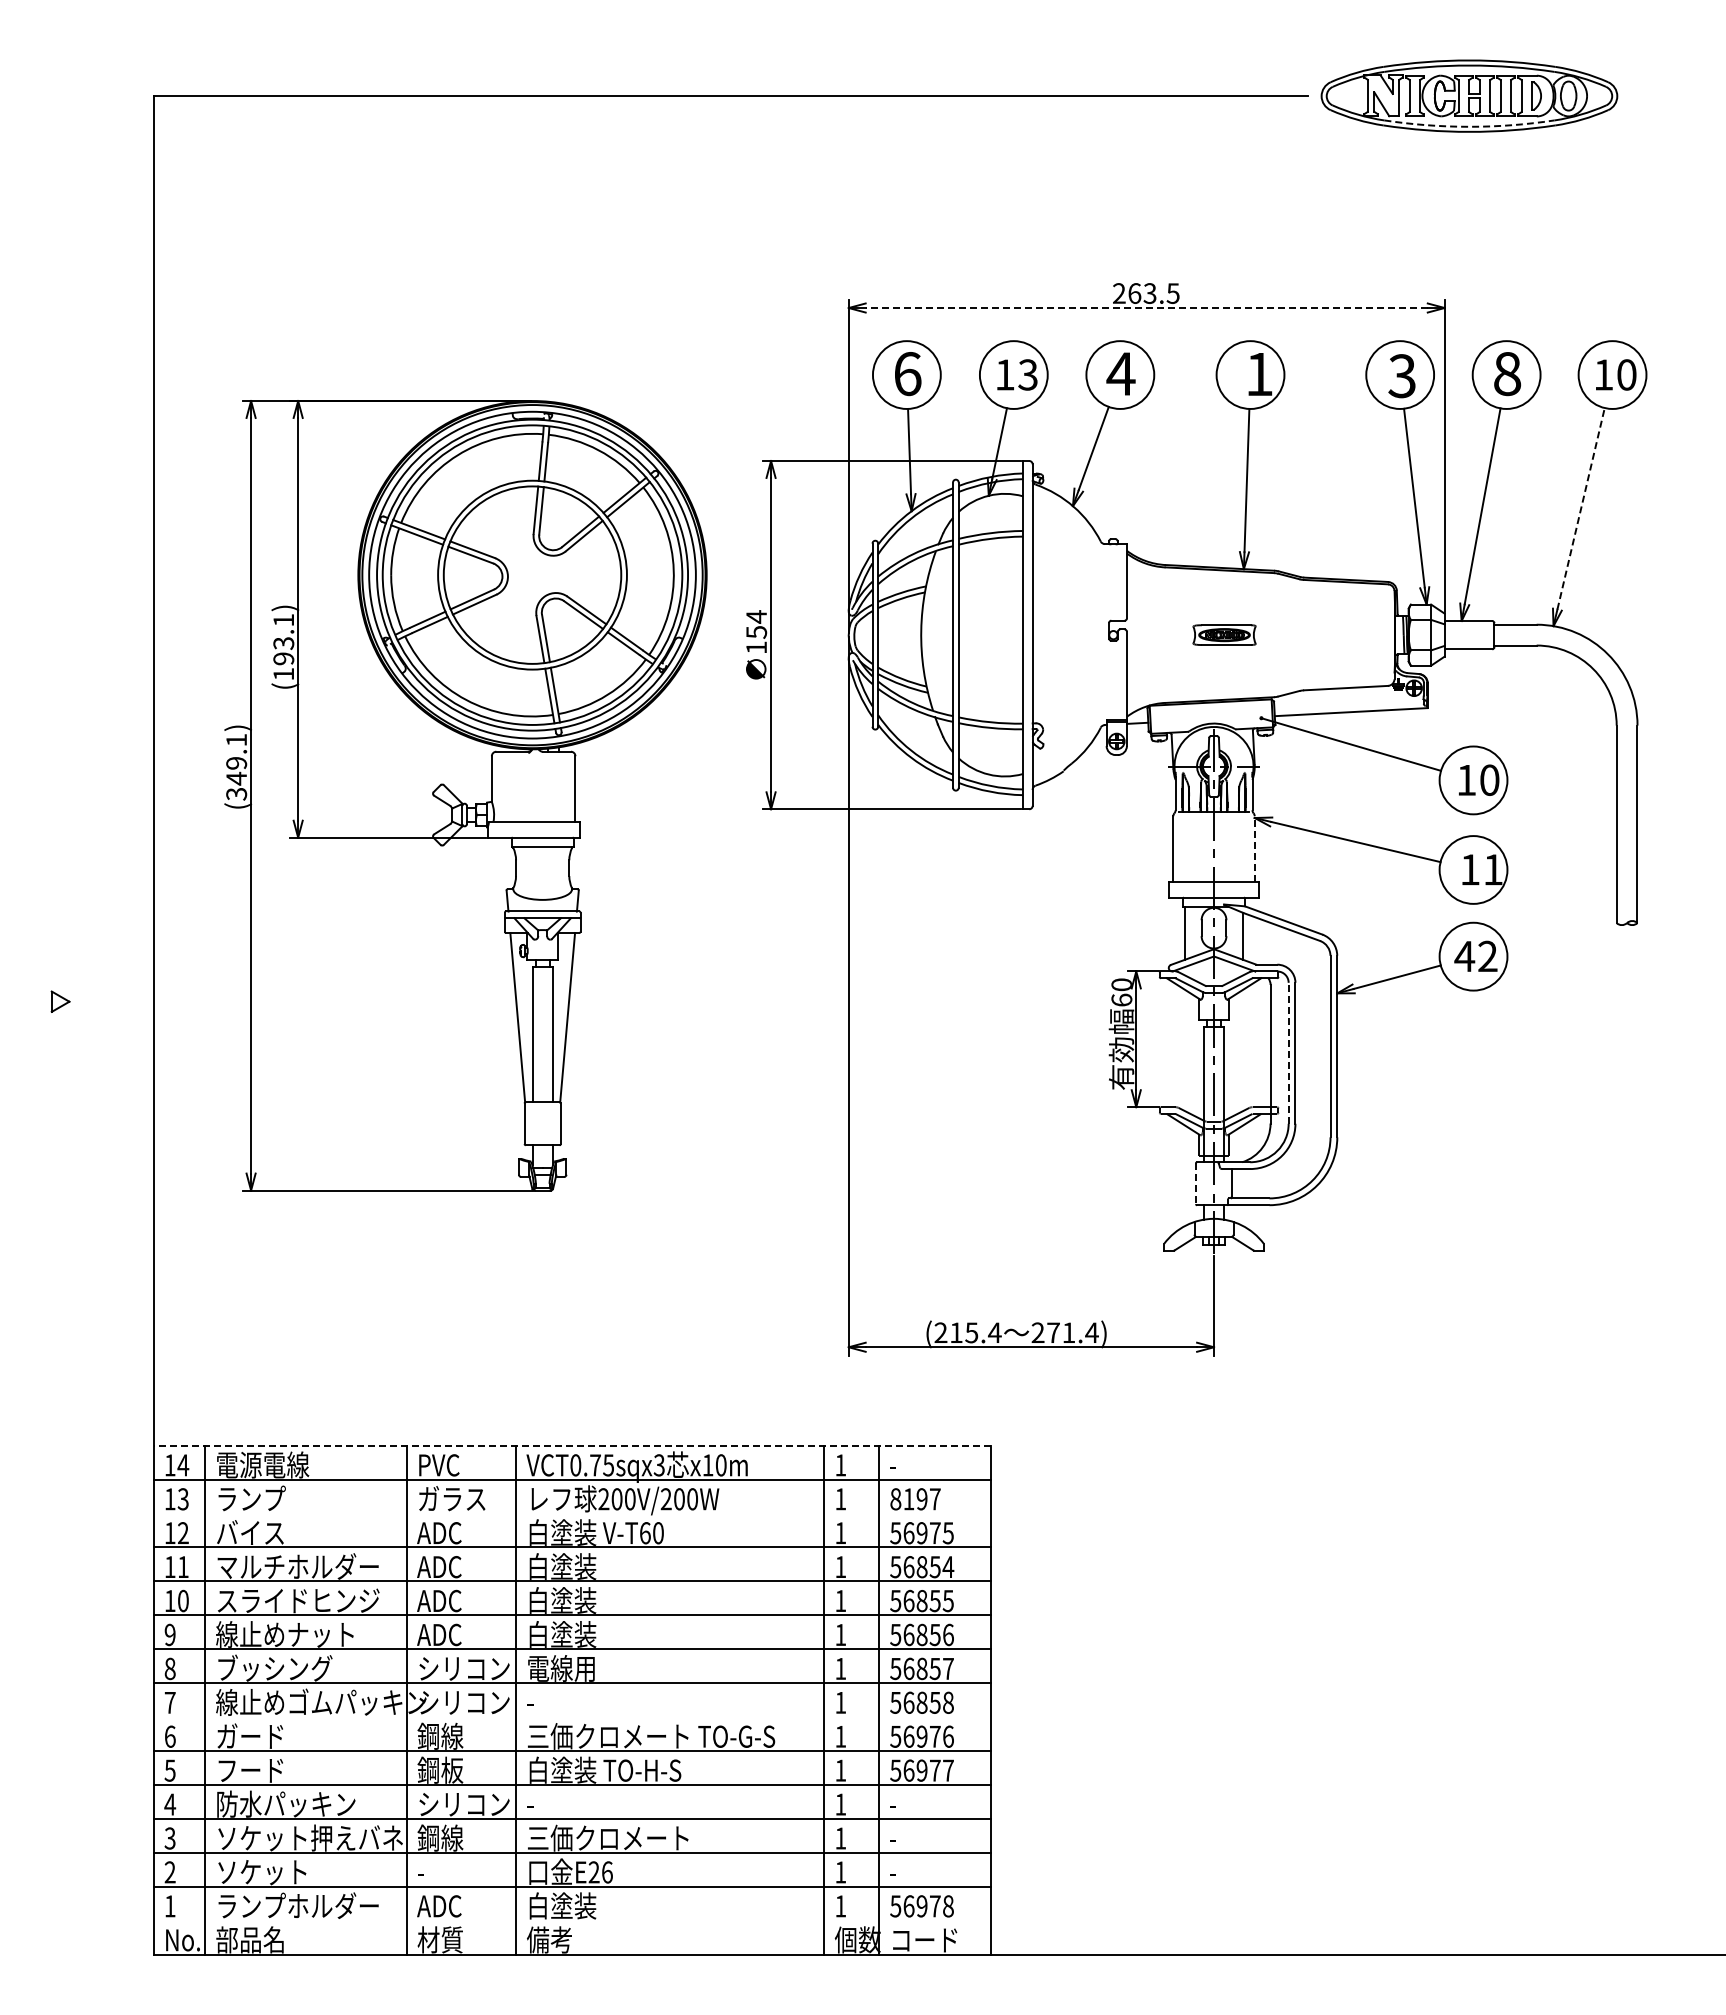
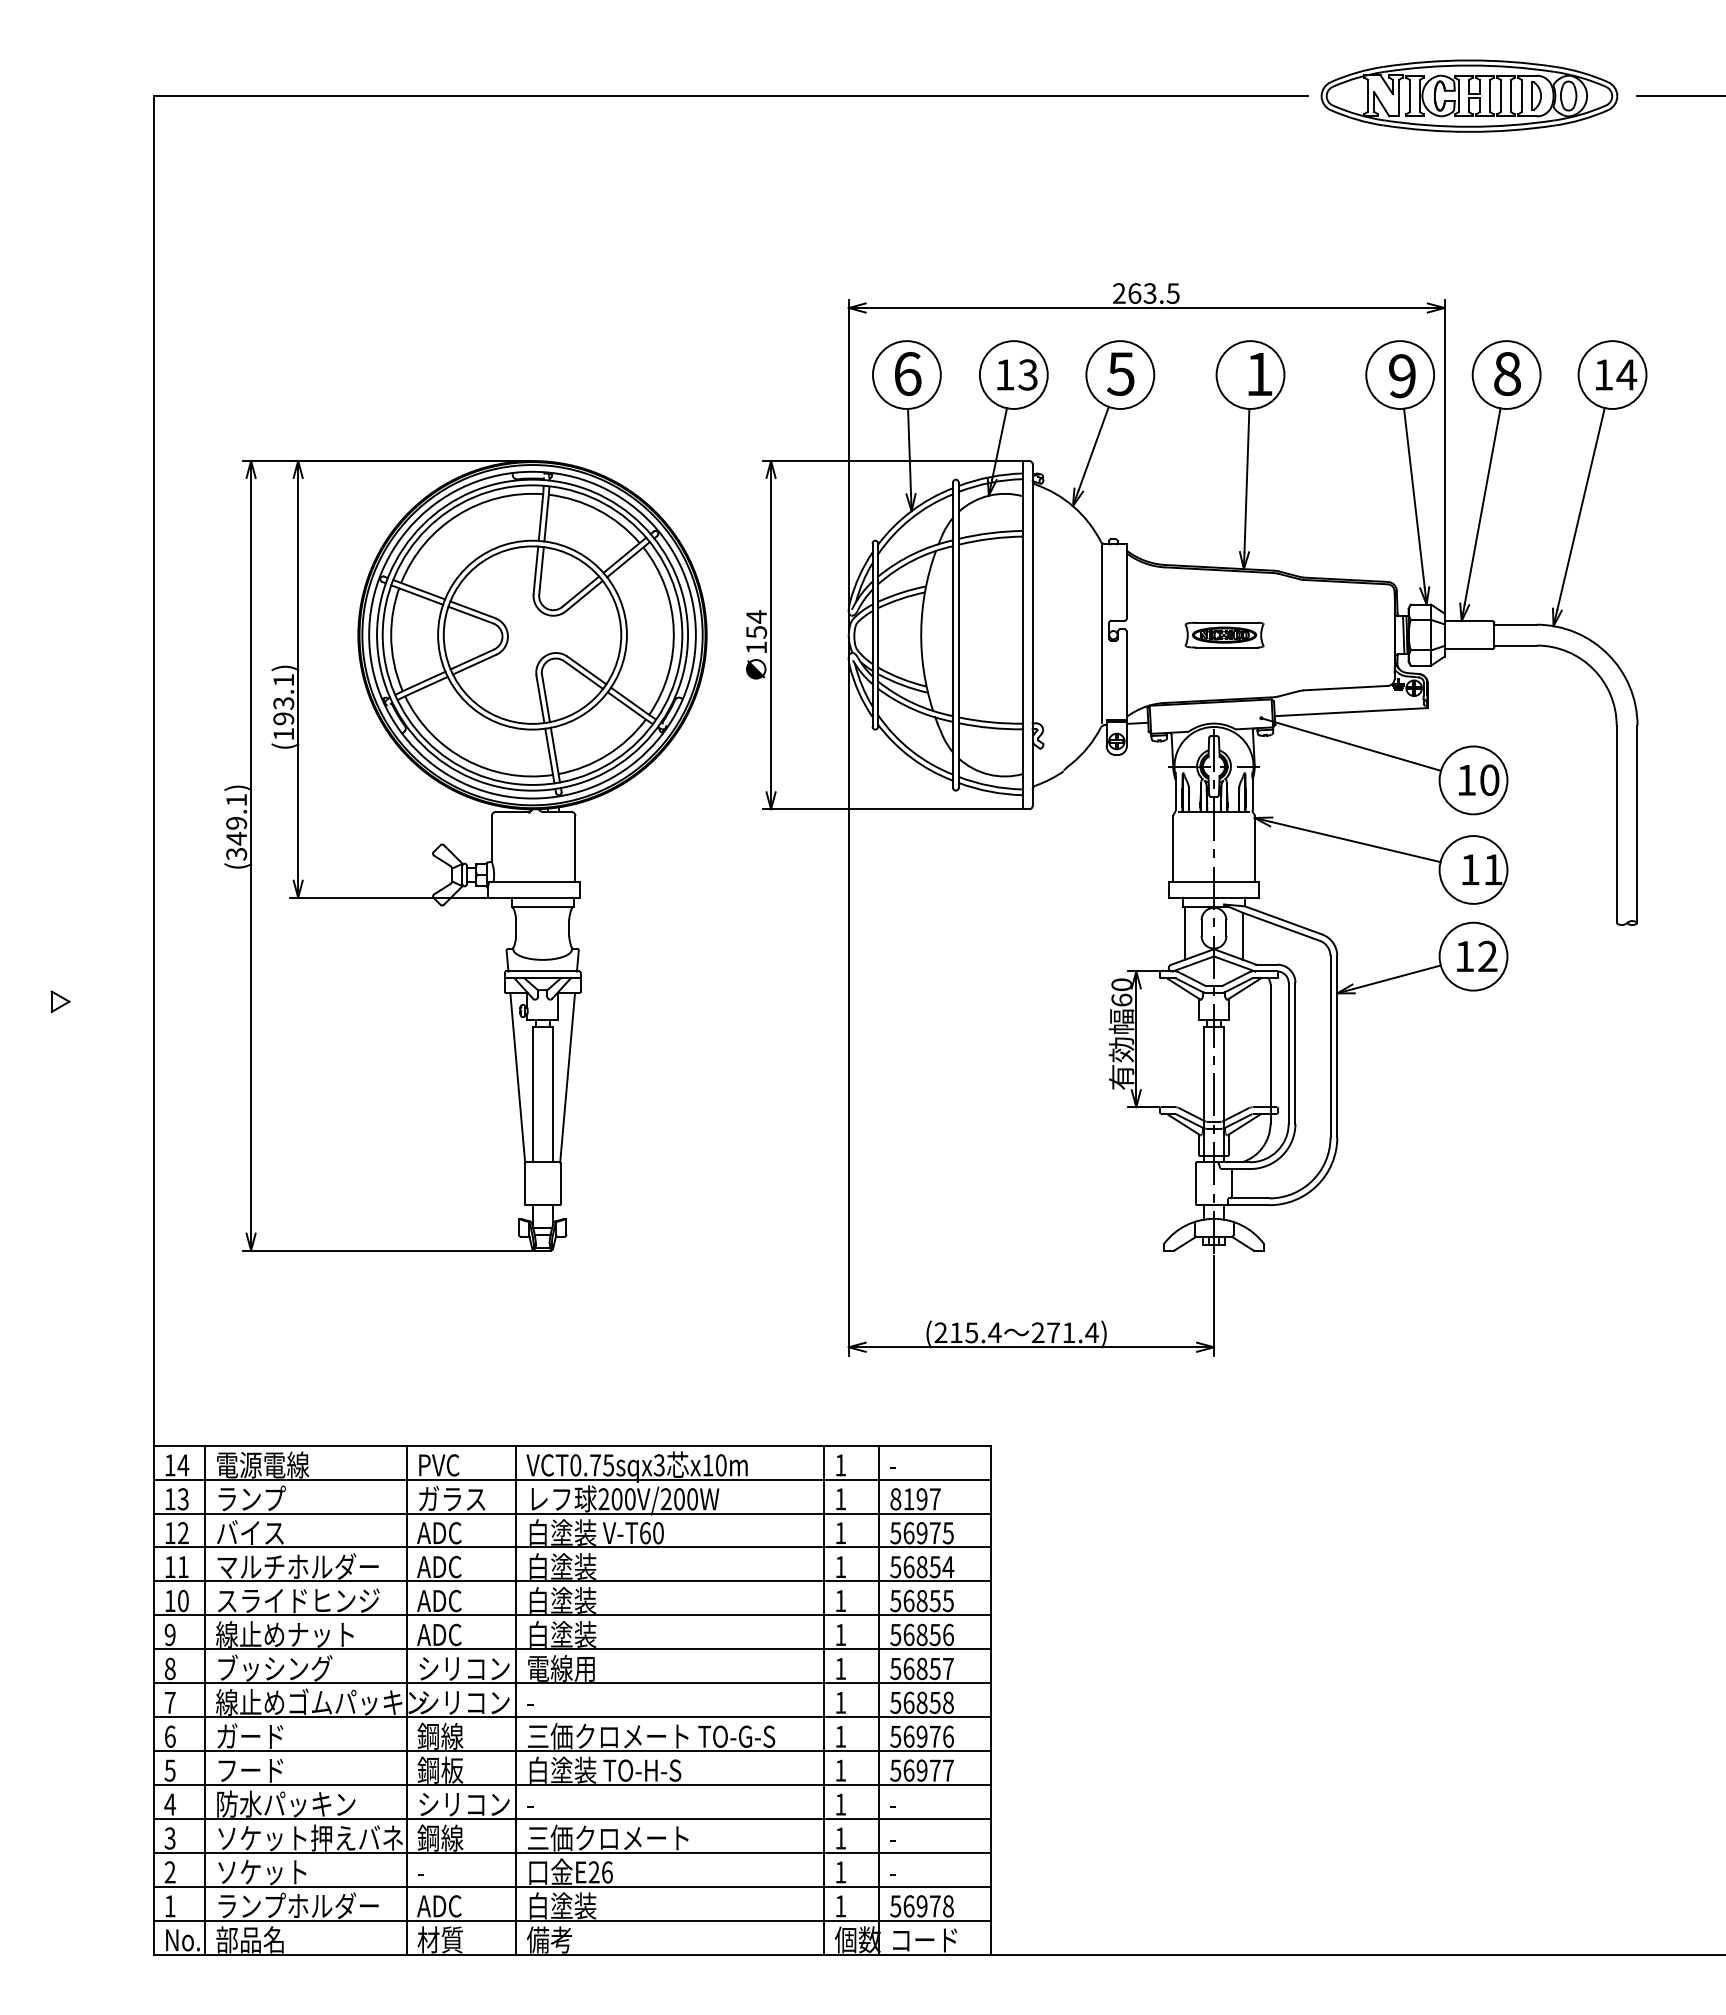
line at (1679, 95): none -> present
arc at (1469, 126): dashed -> solid
line at (1146, 308): dashed -> solid
text at (1120, 374): 4 -> 5
text at (1626, 374): 10 -> 14
text at (1401, 376): 3 -> 9
line at (1581, 508): dashed -> solid
line at (1102, 633): none -> present
part at (1224, 634) size: 65x22 px -> 81x28 px
part at (465, 795) position: (465, 795) -> (465, 855)
line at (1254, 849): dashed -> solid
text at (1464, 956): 42 -> 12
line at (1288, 1052): dashed -> solid
line at (1195, 1184): dashed -> solid
line at (572, 1445): dashed -> solid
line at (572, 1513): none -> present
line at (572, 1717): none -> present
line at (572, 1920): none -> present
